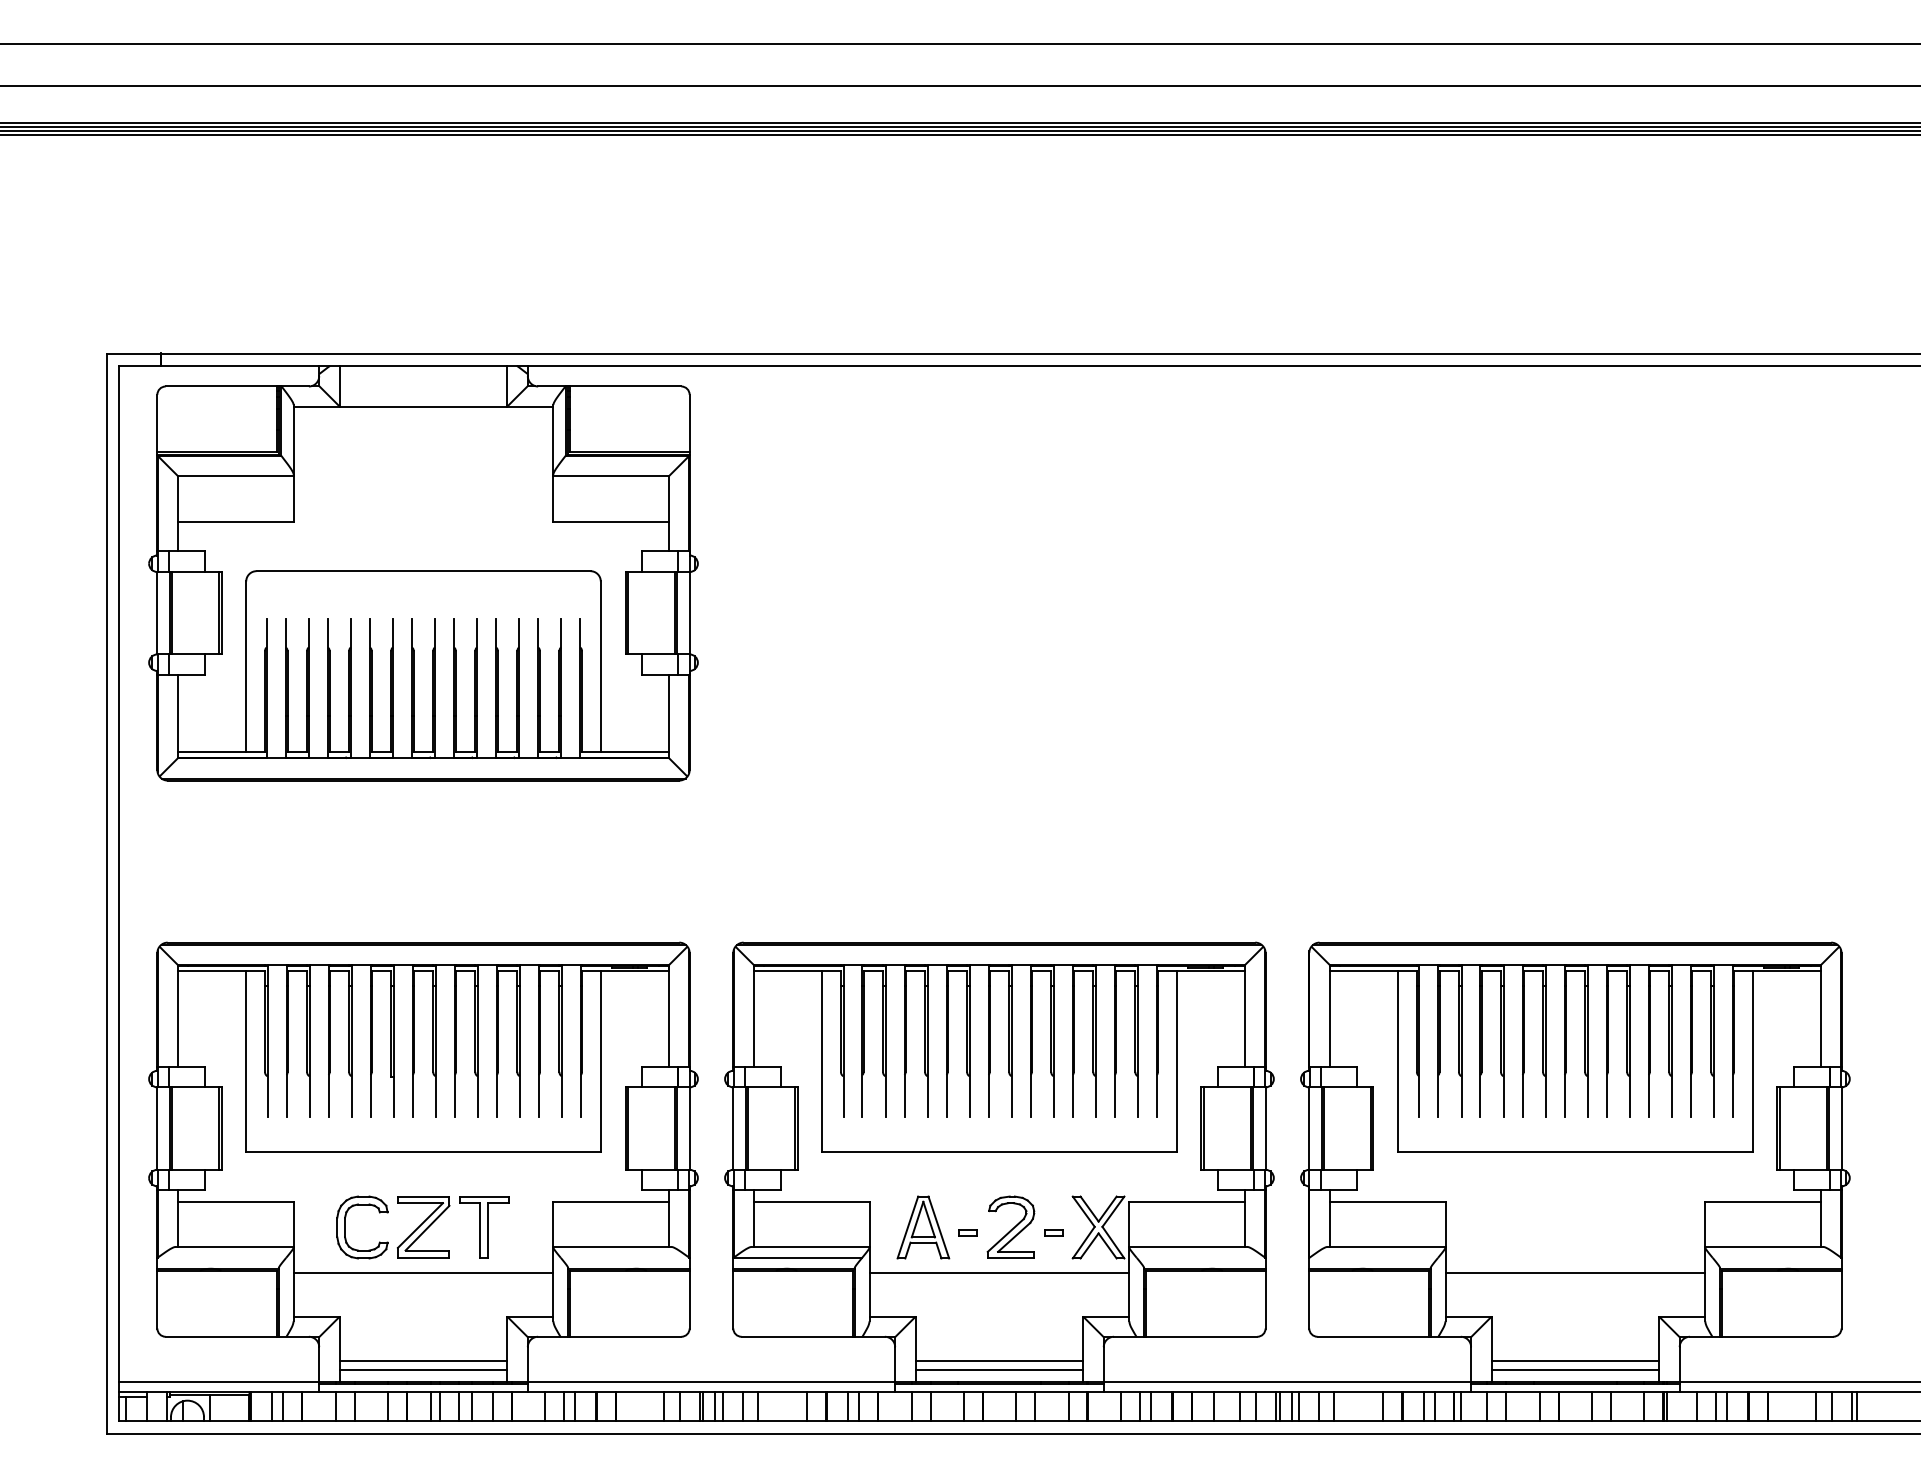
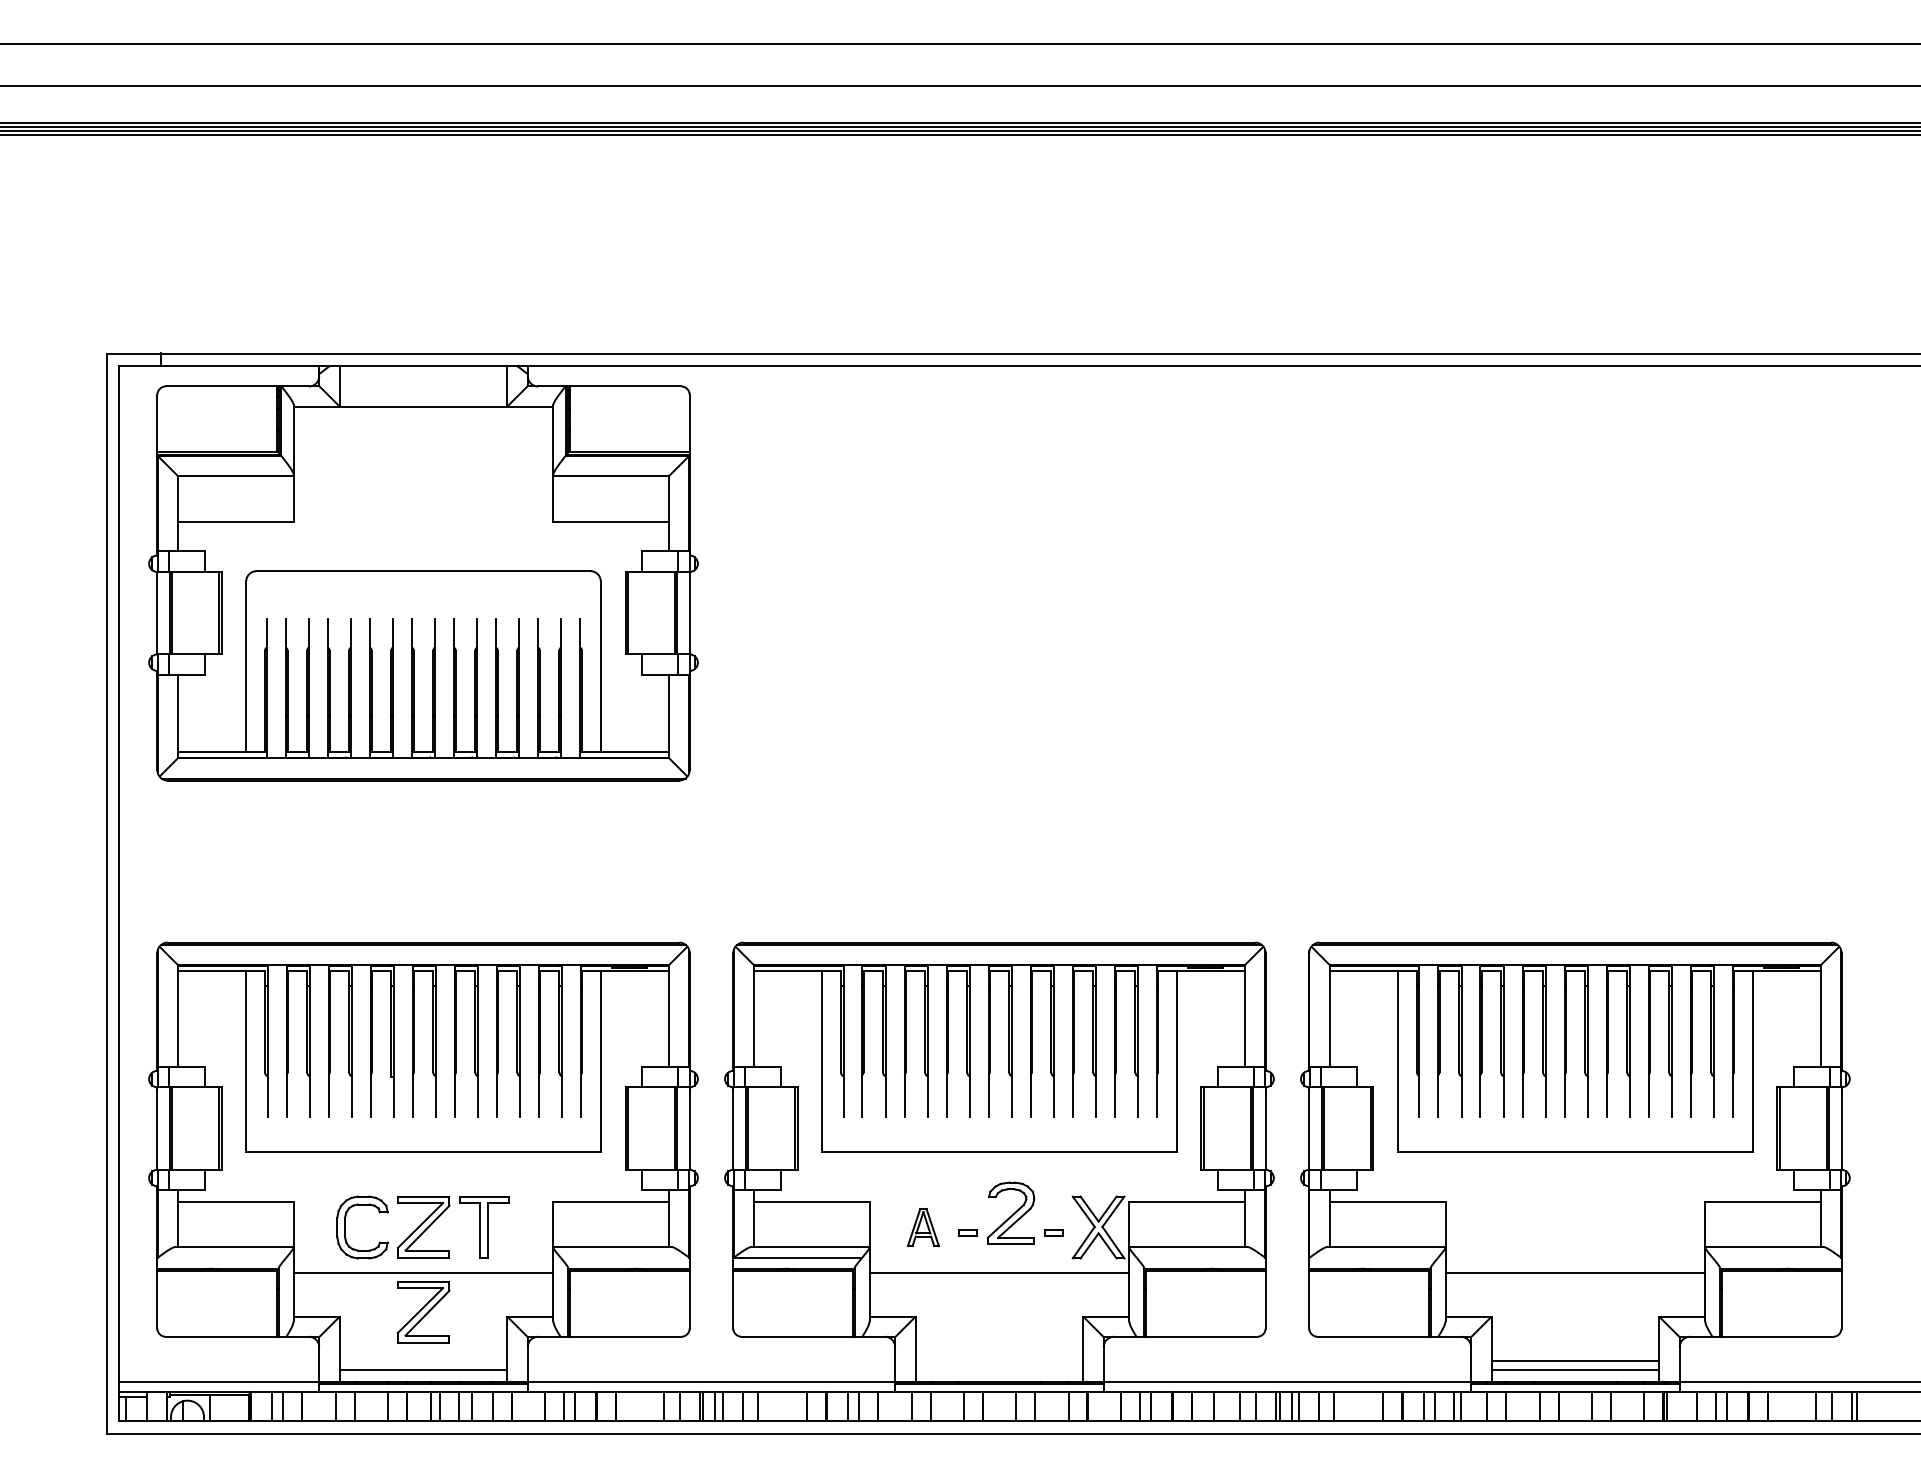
part at (1010, 1226) position: (1010, 1226) -> (1010, 1212)
part at (923, 1227) size: 55x65 px -> 33x40 px
part at (423, 1312): none -> present
line at (423, 1361): present -> none
line at (999, 1361): present -> none
line at (999, 1369): present -> none
